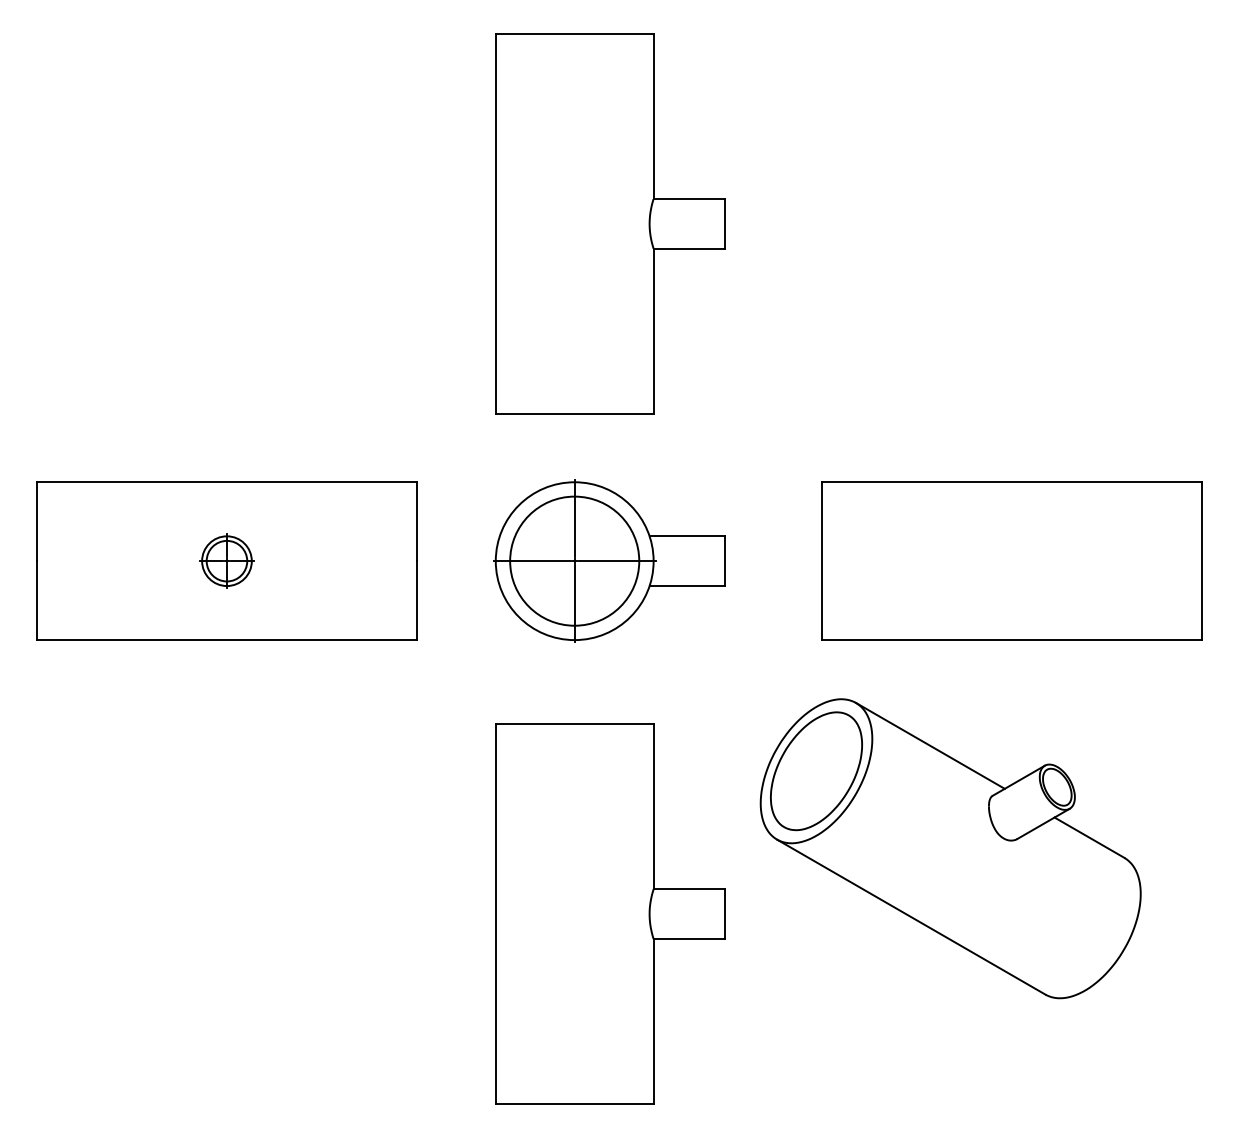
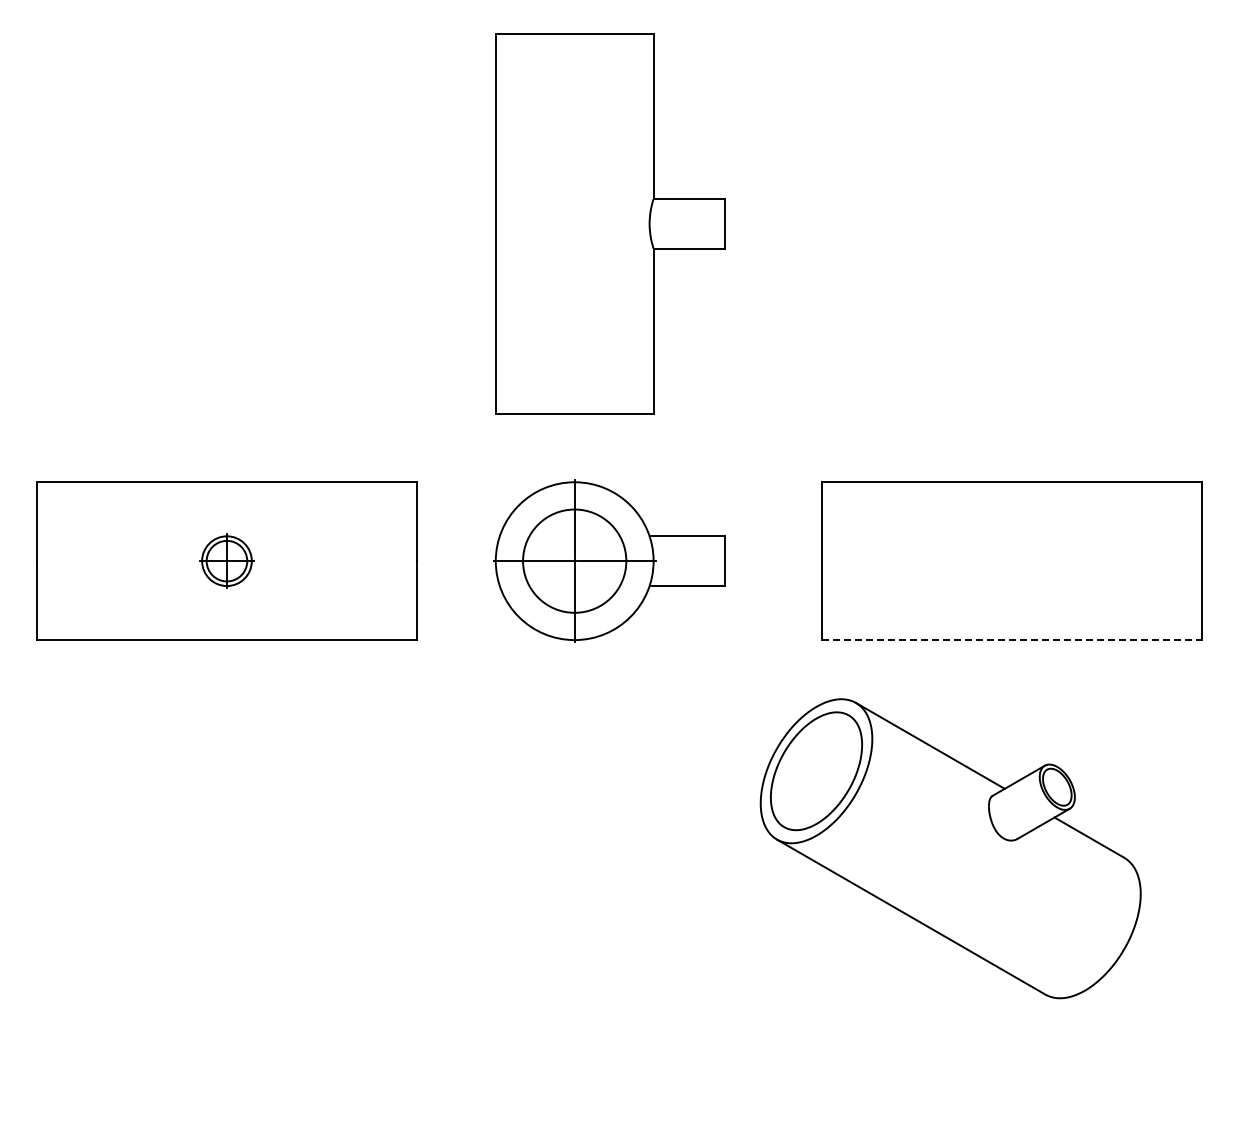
circle at (574, 560) diameter: 129 px -> 103 px
line at (1012, 640): solid -> dashed
part at (610, 913): present -> none
